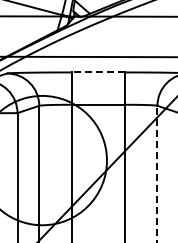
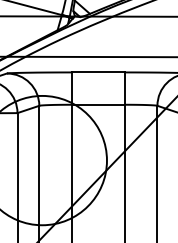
line at (98, 72): dashed -> solid
line at (157, 173): dashed -> solid
